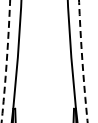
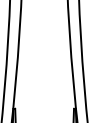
arc at (6, 61): dashed -> solid
arc at (82, 61): dashed -> solid
